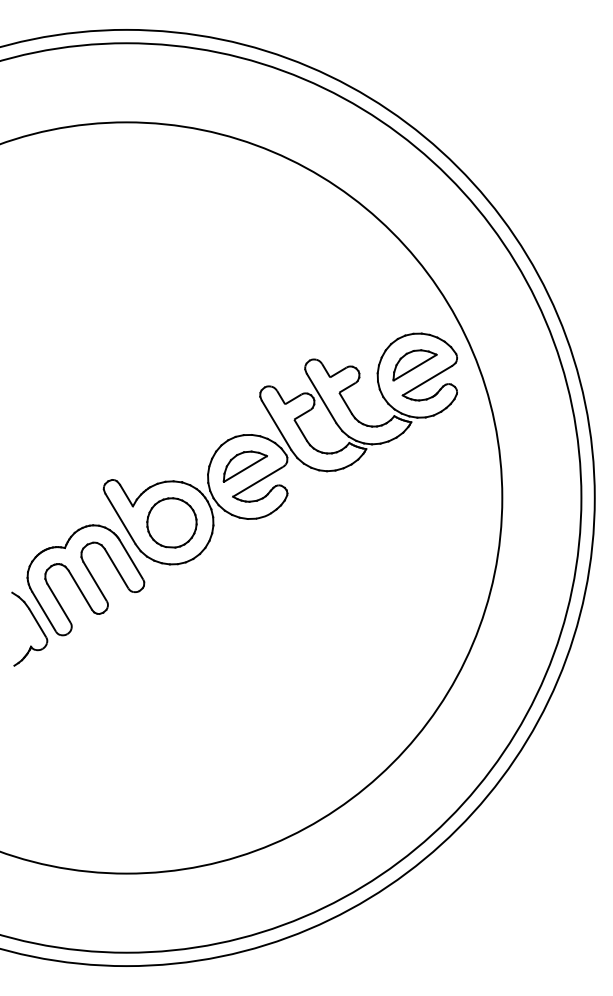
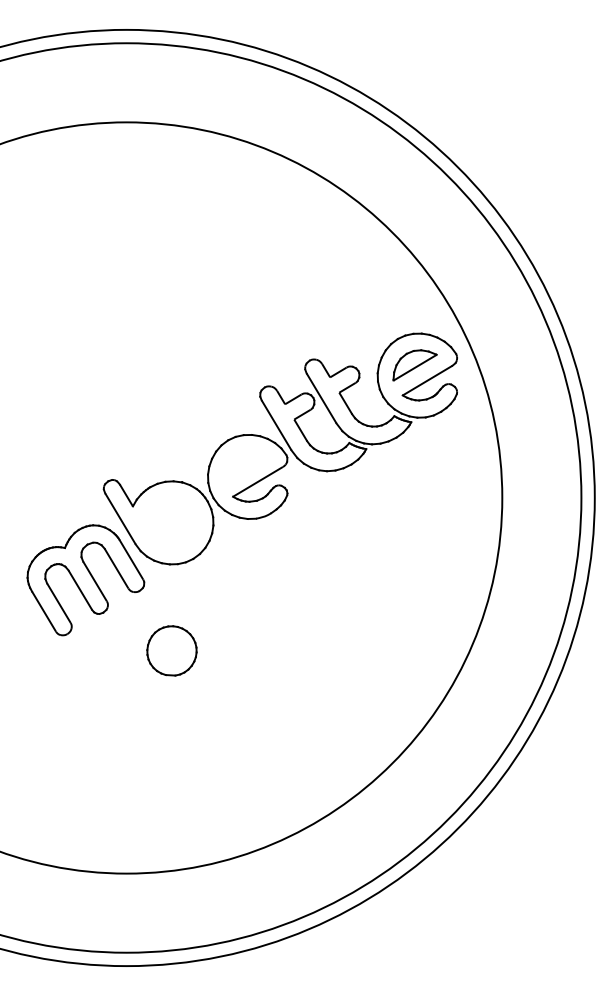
part at (244, 466): present -> none
part at (171, 522) position: (171, 522) -> (171, 650)
part at (36, 623): present -> none
